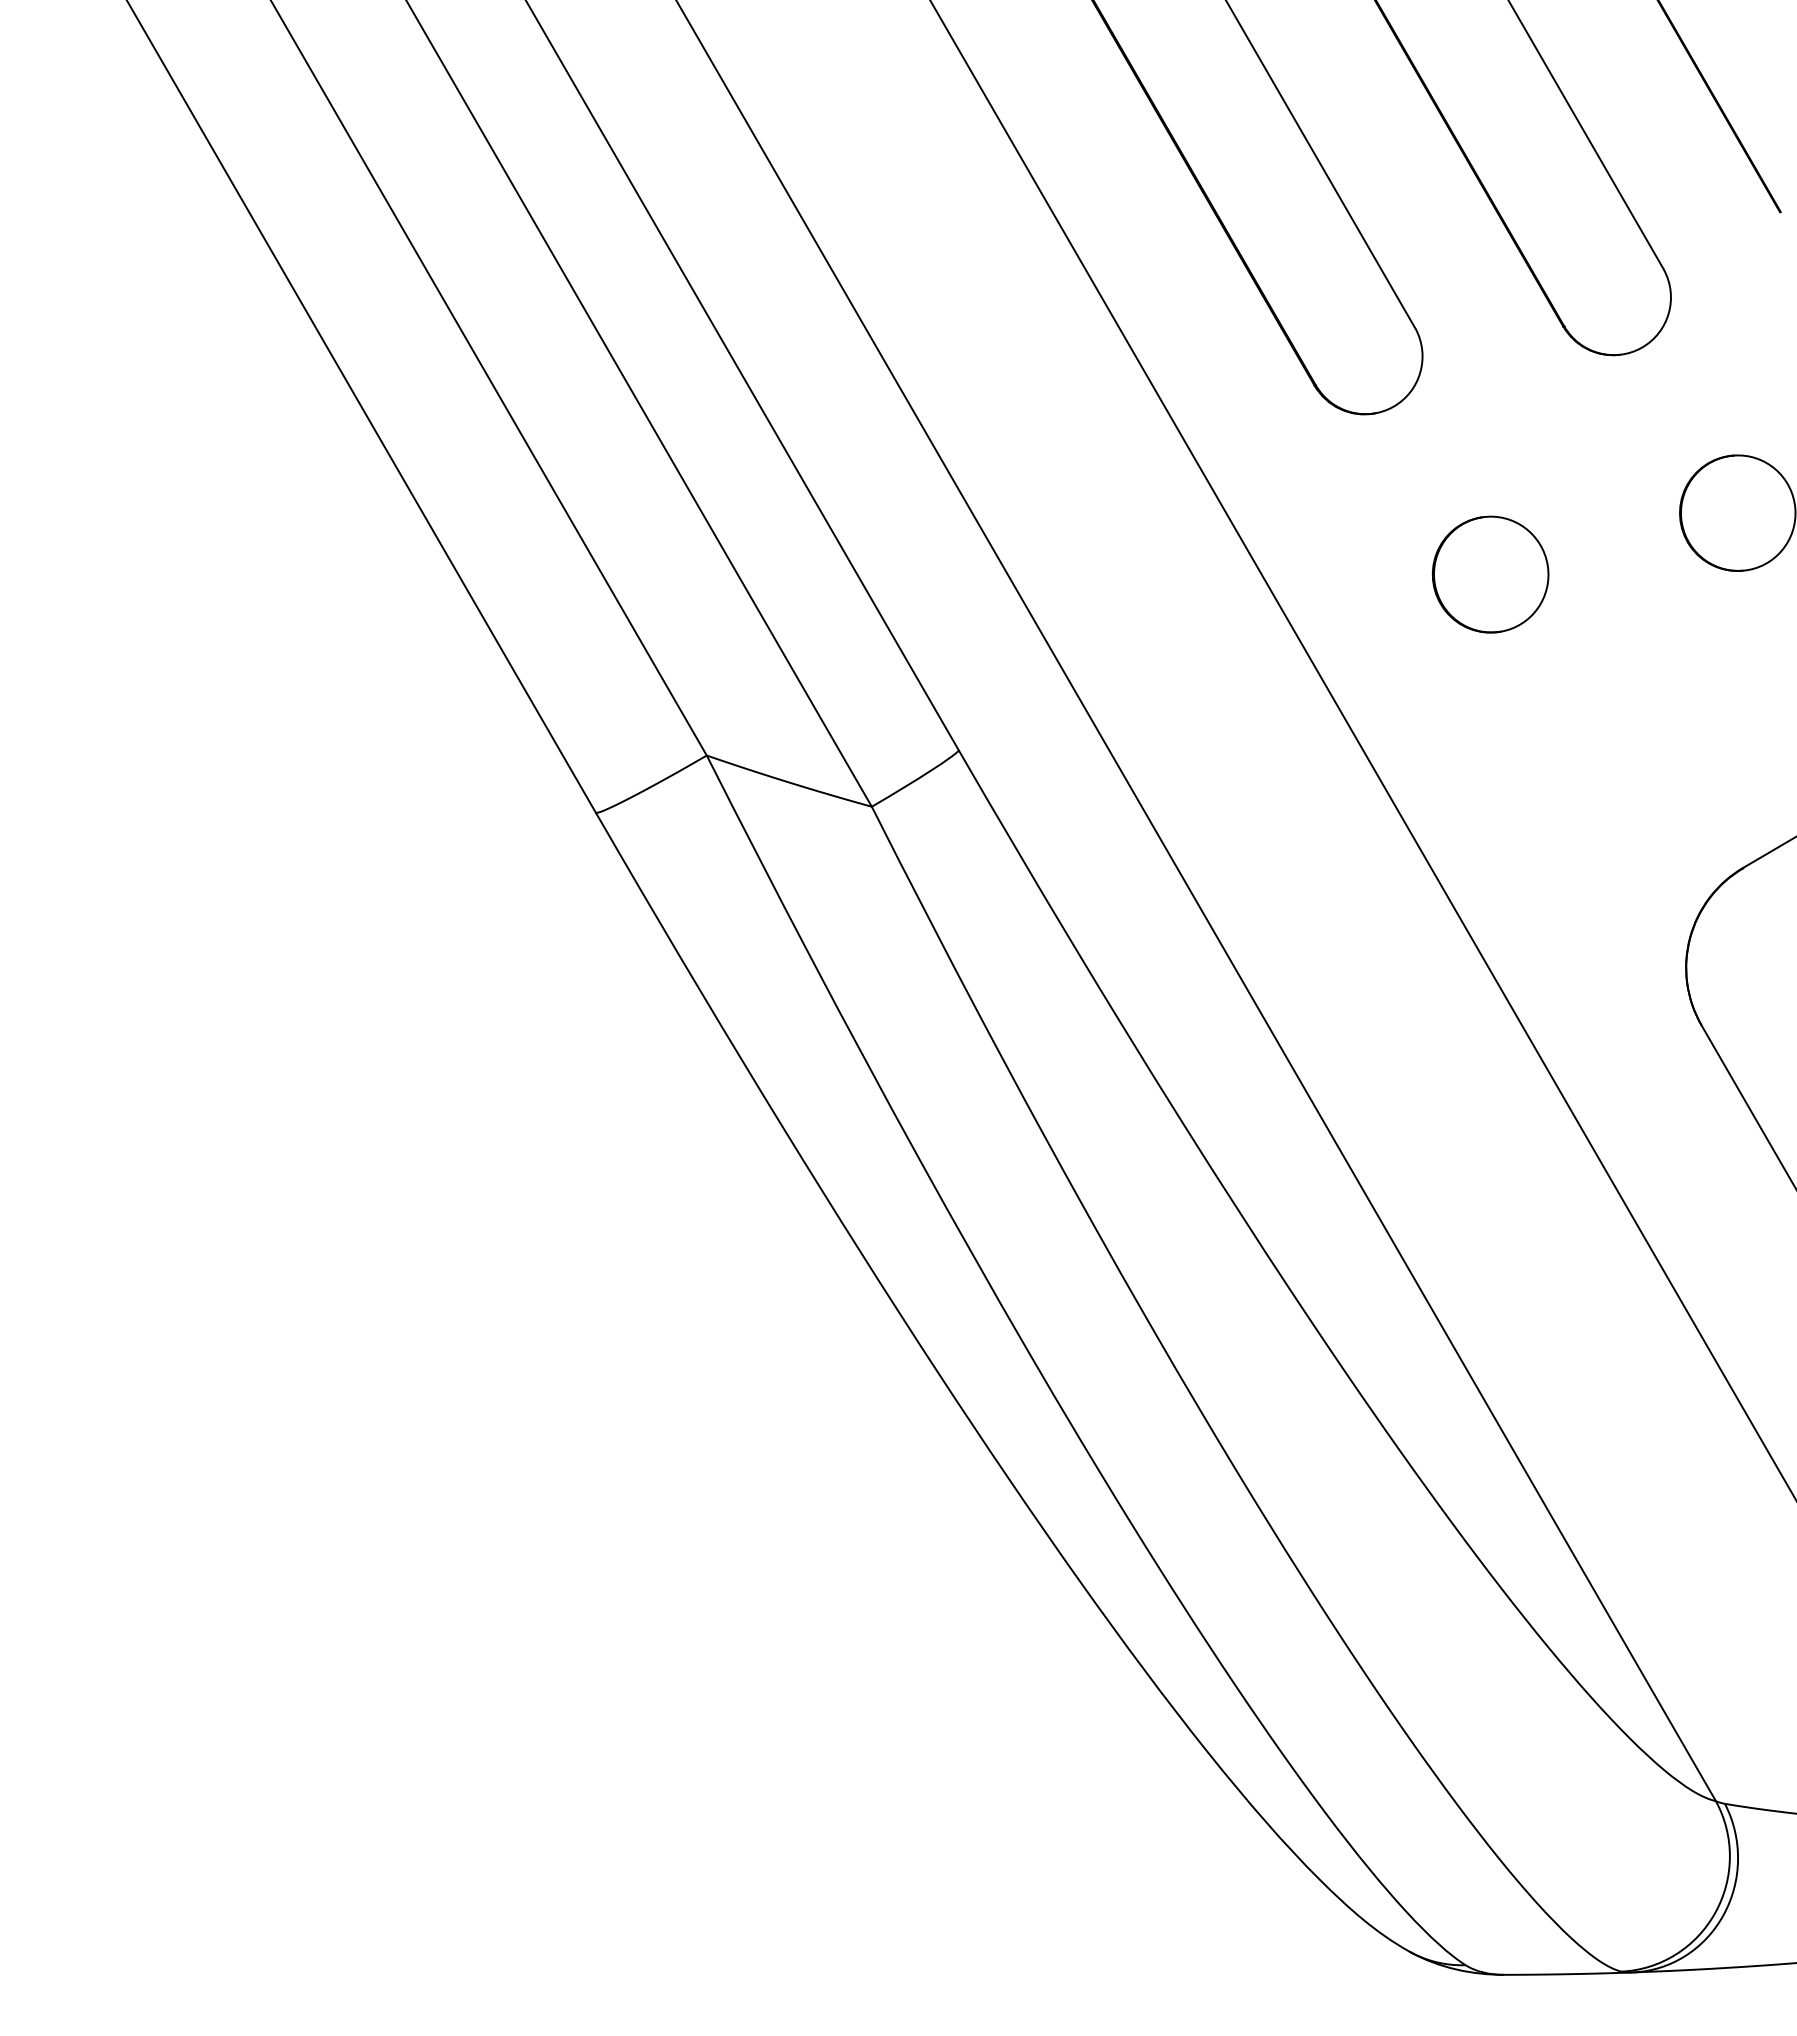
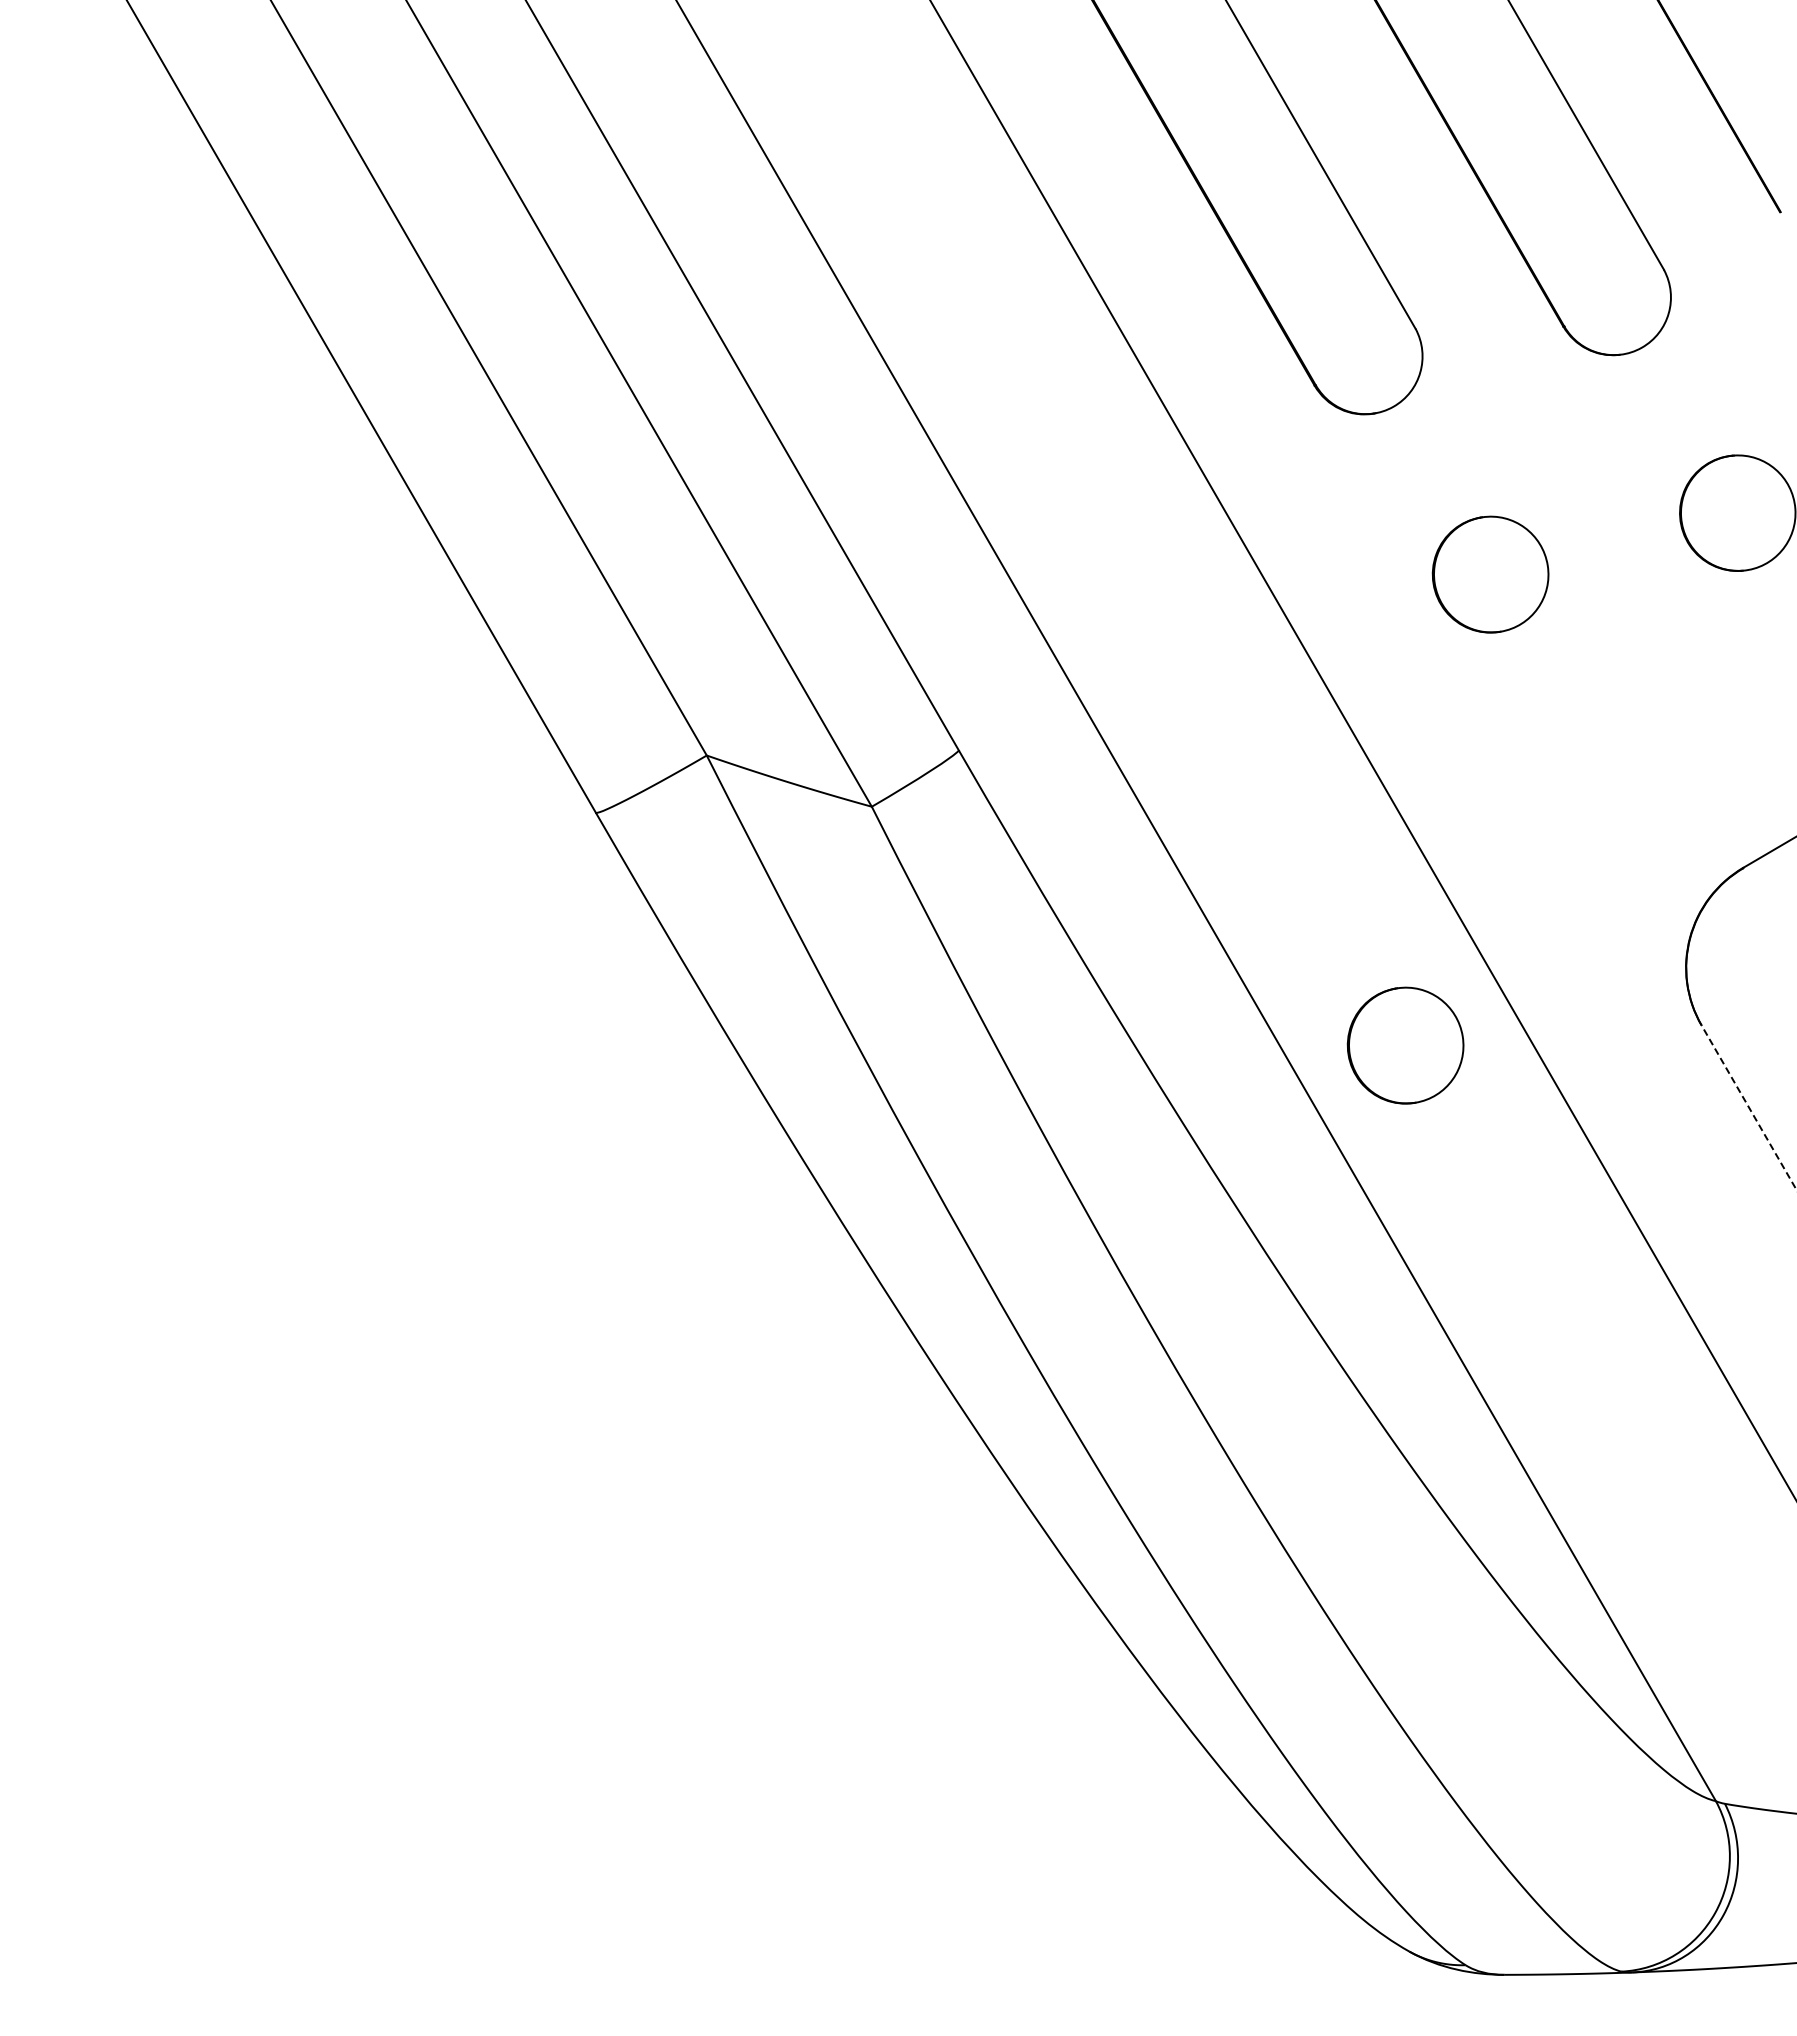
part at (1405, 1045): none -> present
line at (1748, 1107): solid -> dashed
